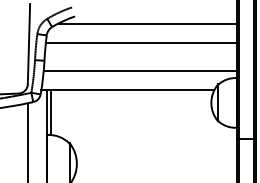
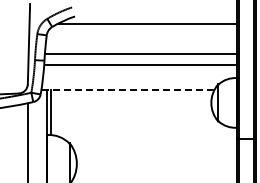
line at (141, 42) position: (141, 42) -> (141, 53)
line at (140, 71) position: (140, 71) -> (140, 65)
line at (127, 90): solid -> dashed
